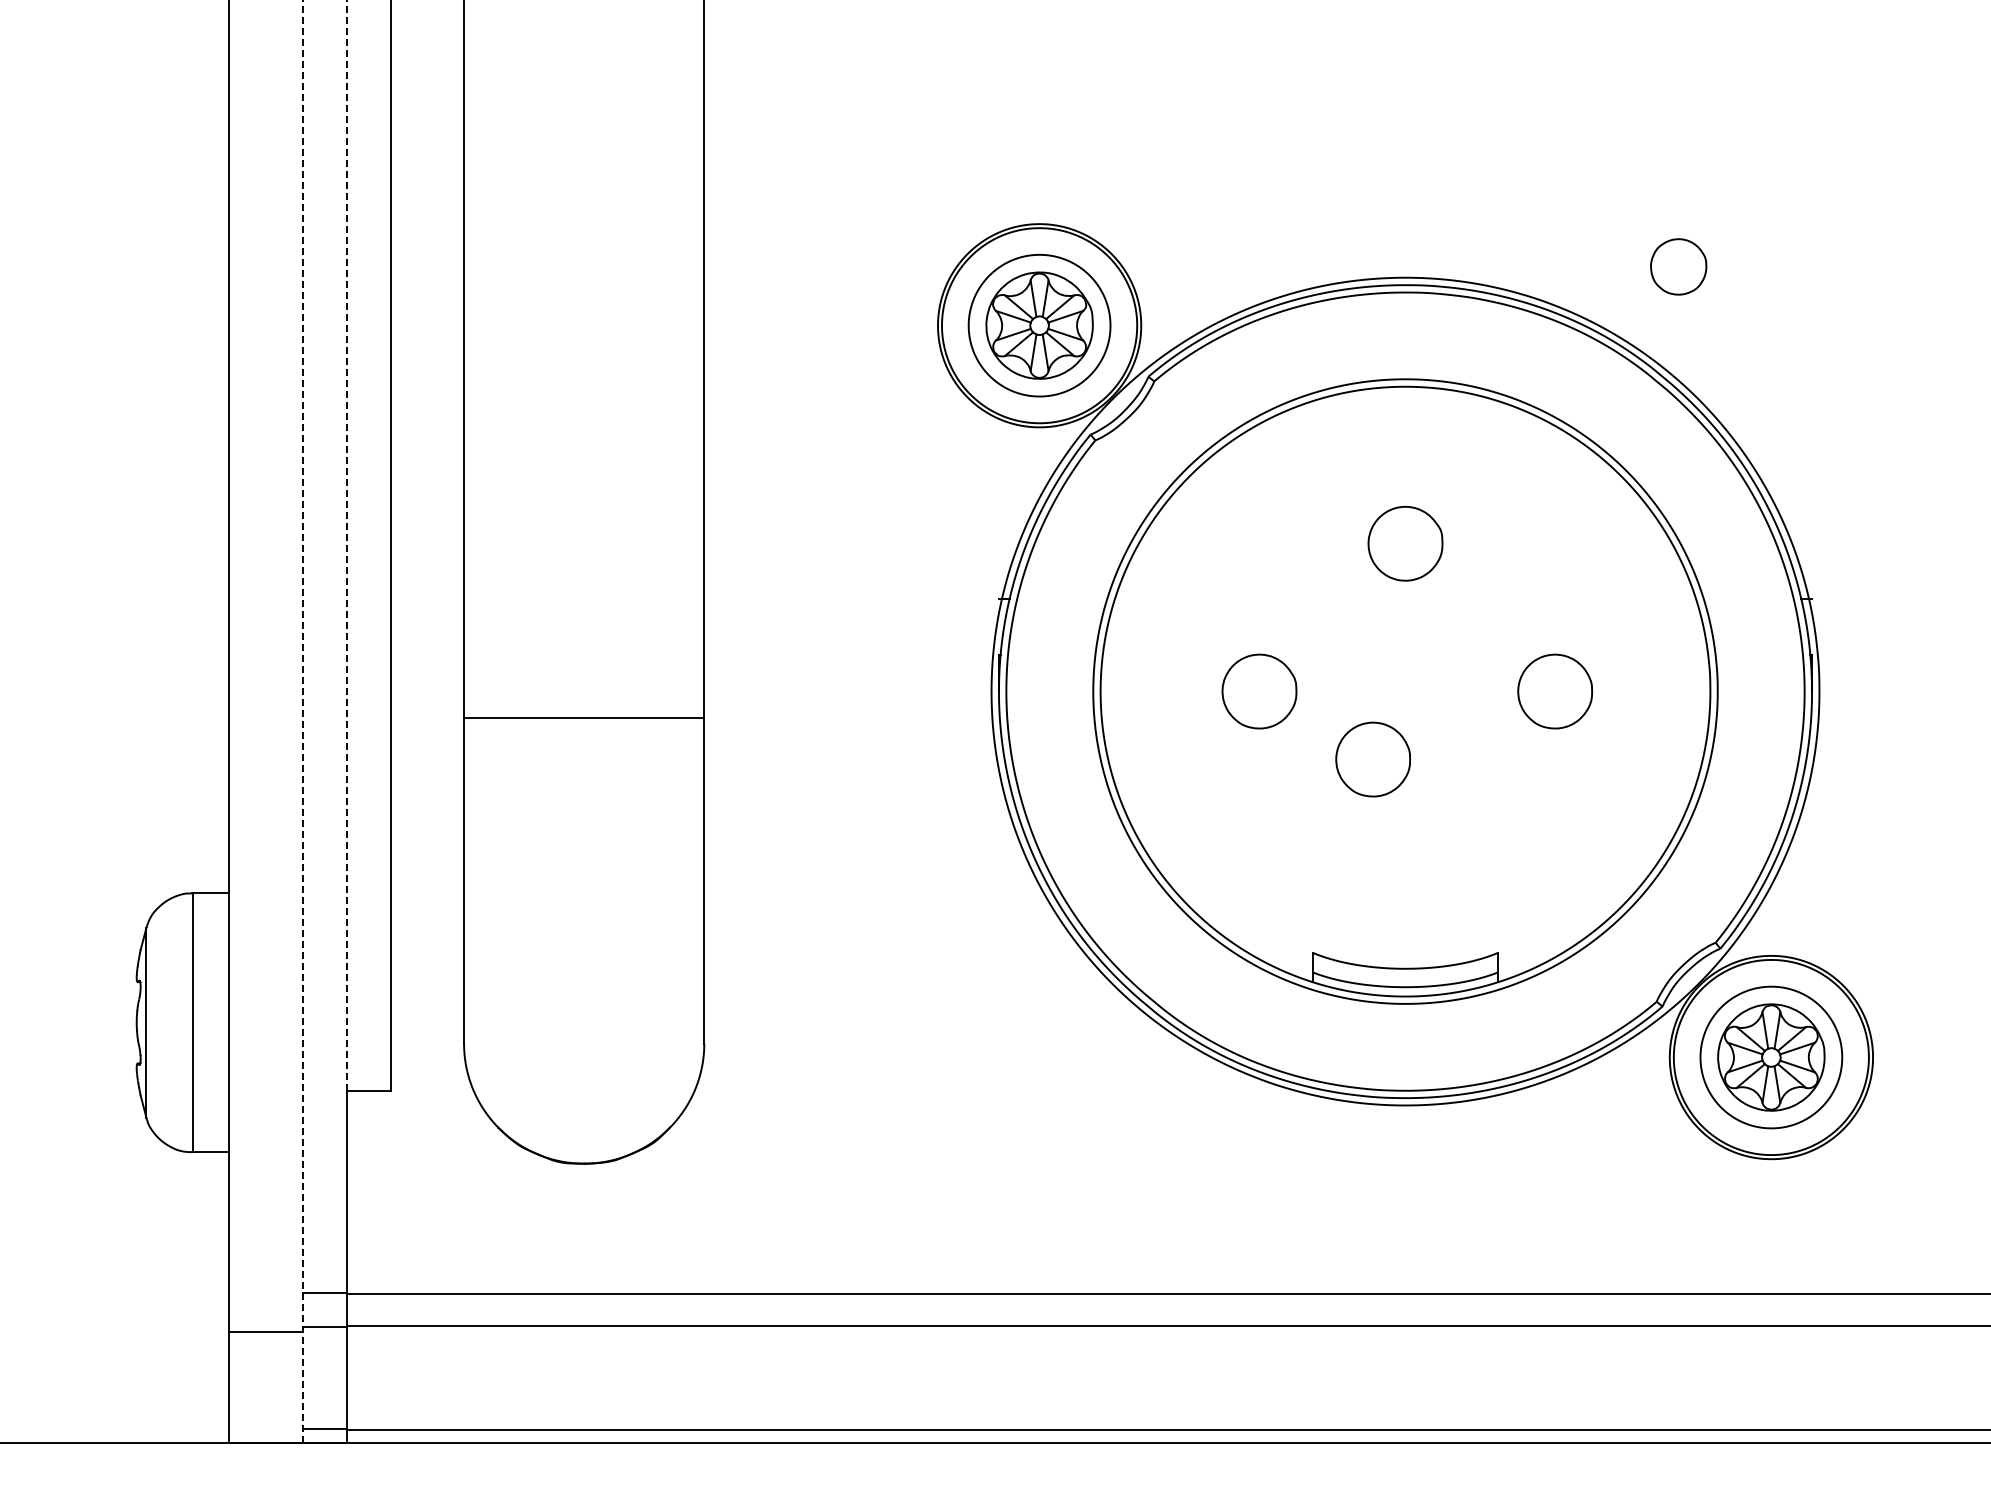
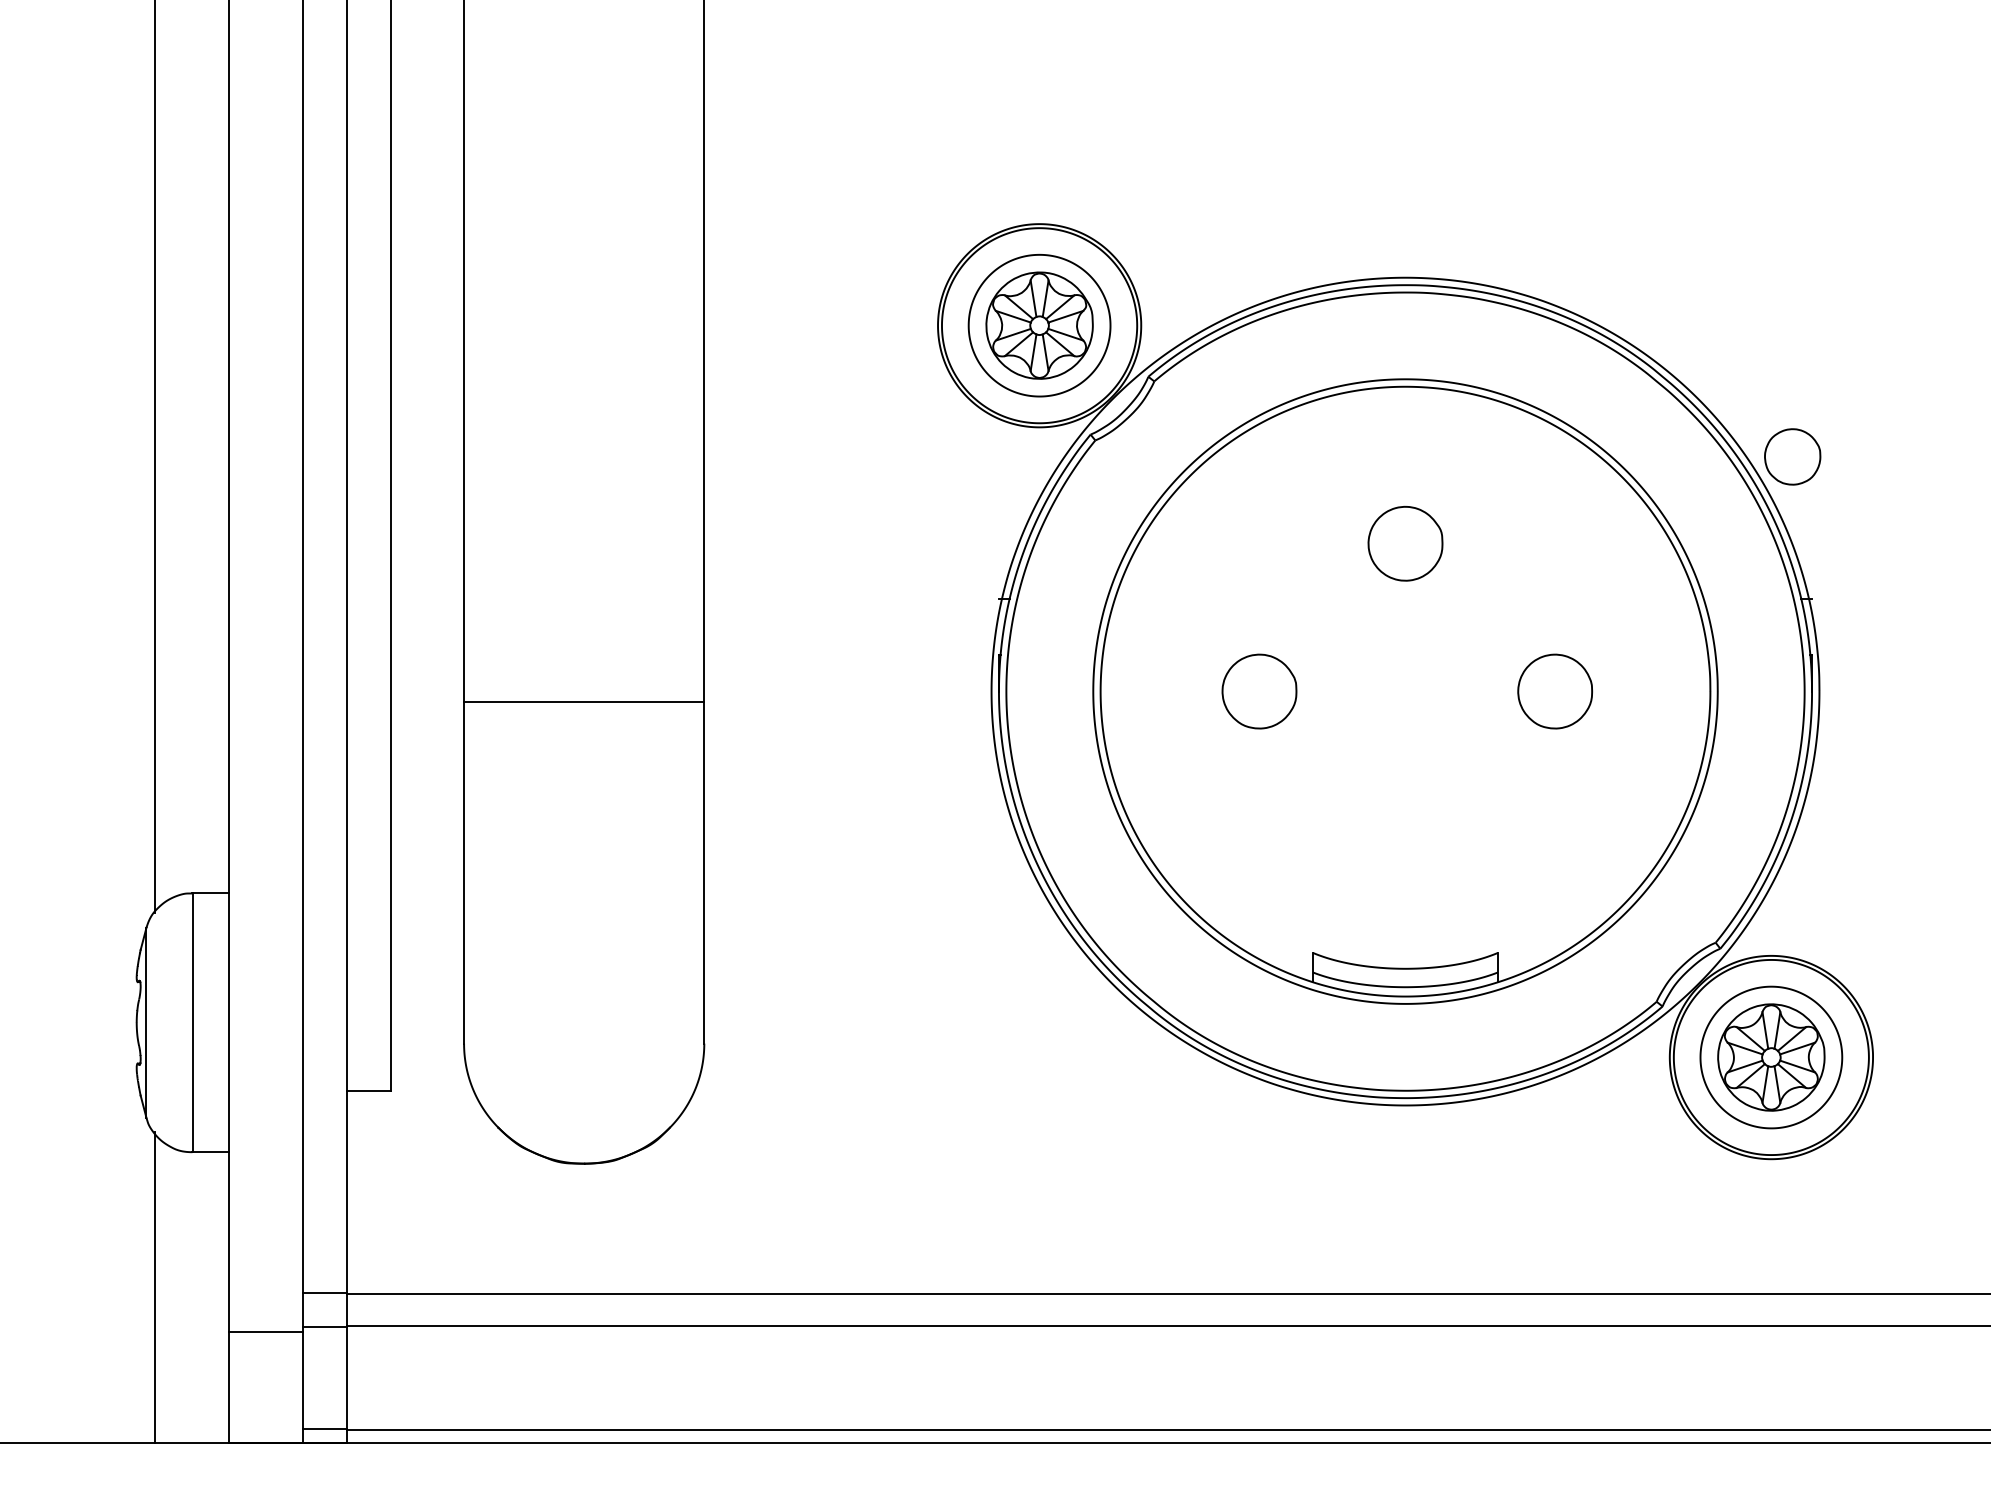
part at (1678, 266) position: (1678, 266) -> (1792, 456)
line at (154, 457): none -> present
line at (346, 545): dashed -> solid
line at (584, 717) position: (584, 717) -> (584, 701)
line at (302, 721): dashed -> solid
part at (1372, 759): present -> none
line at (154, 1287): none -> present
